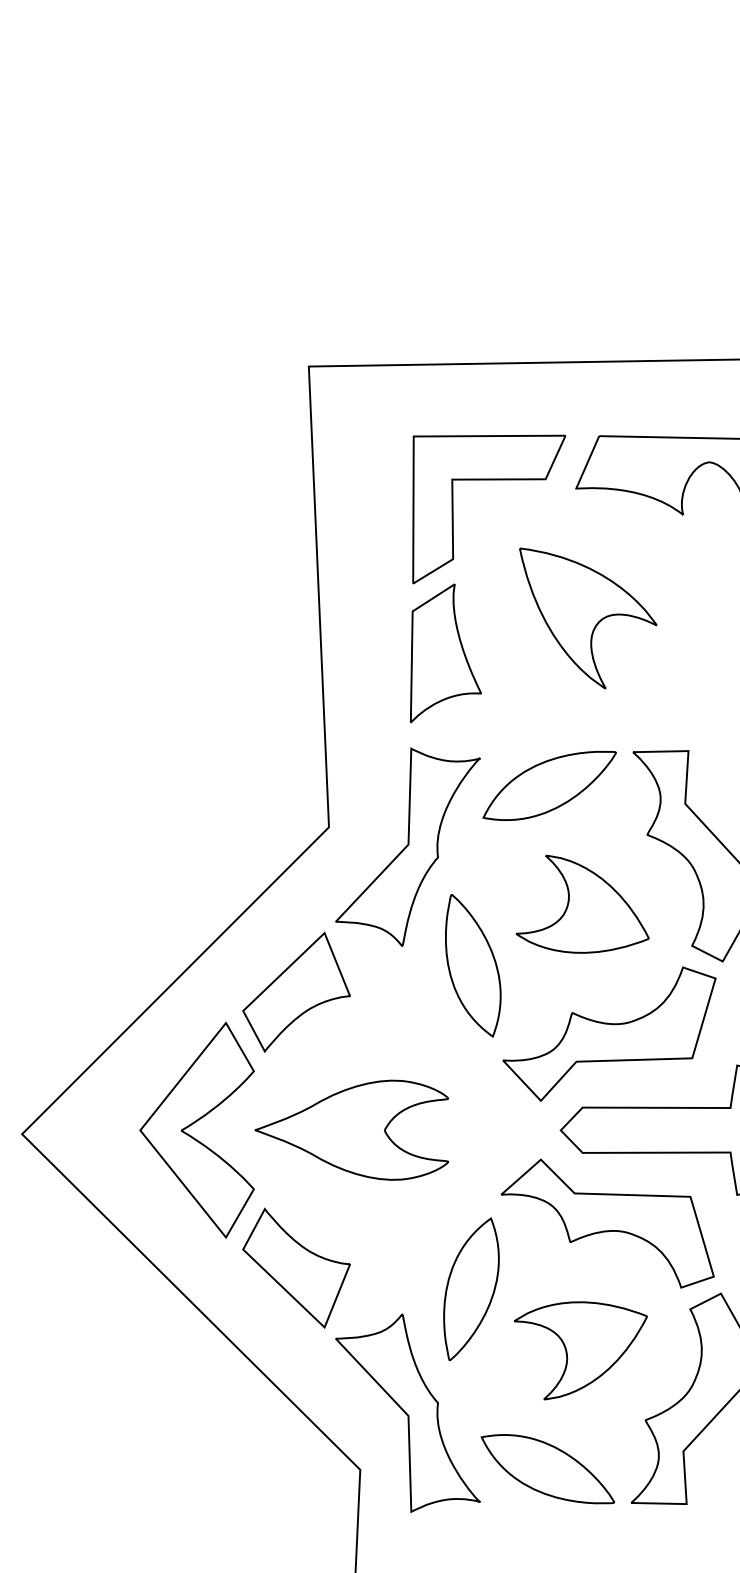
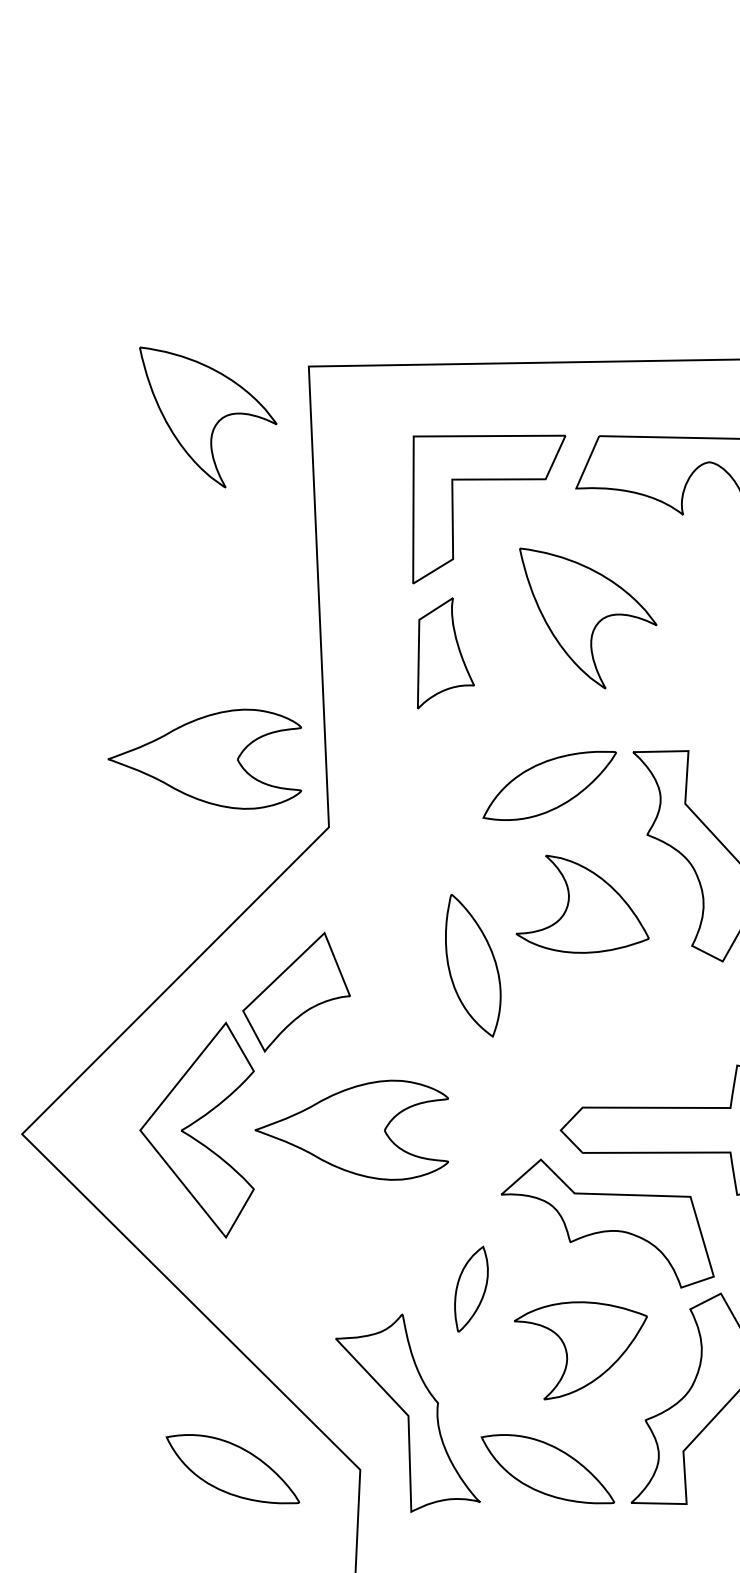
part at (208, 417): none -> present
part at (445, 653) size: 72x141 px -> 58x113 px
part at (204, 758): none -> present
part at (407, 846): present -> none
part at (609, 1033): present -> none
part at (296, 1267): present -> none
part at (471, 1289) size: 57x145 px -> 35x88 px
part at (232, 1469): none -> present
